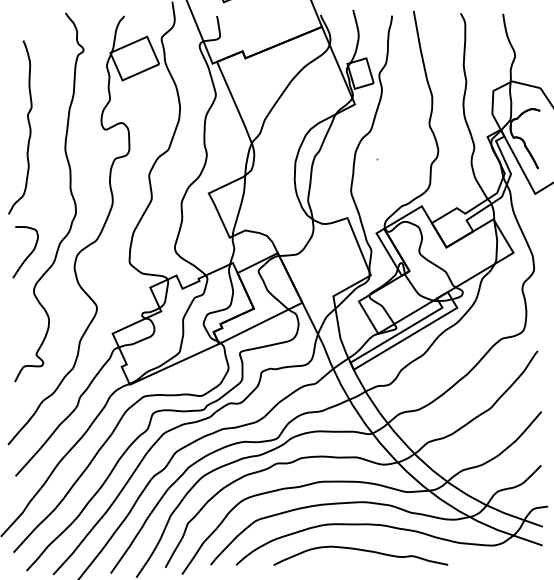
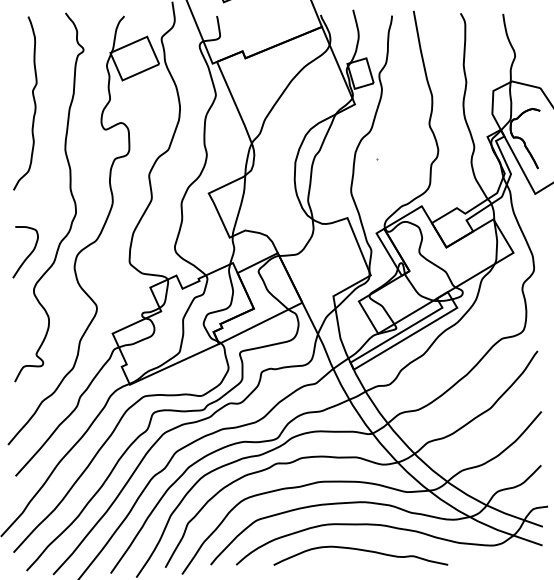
curve at (28, 125) position: (28, 125) -> (33, 101)
